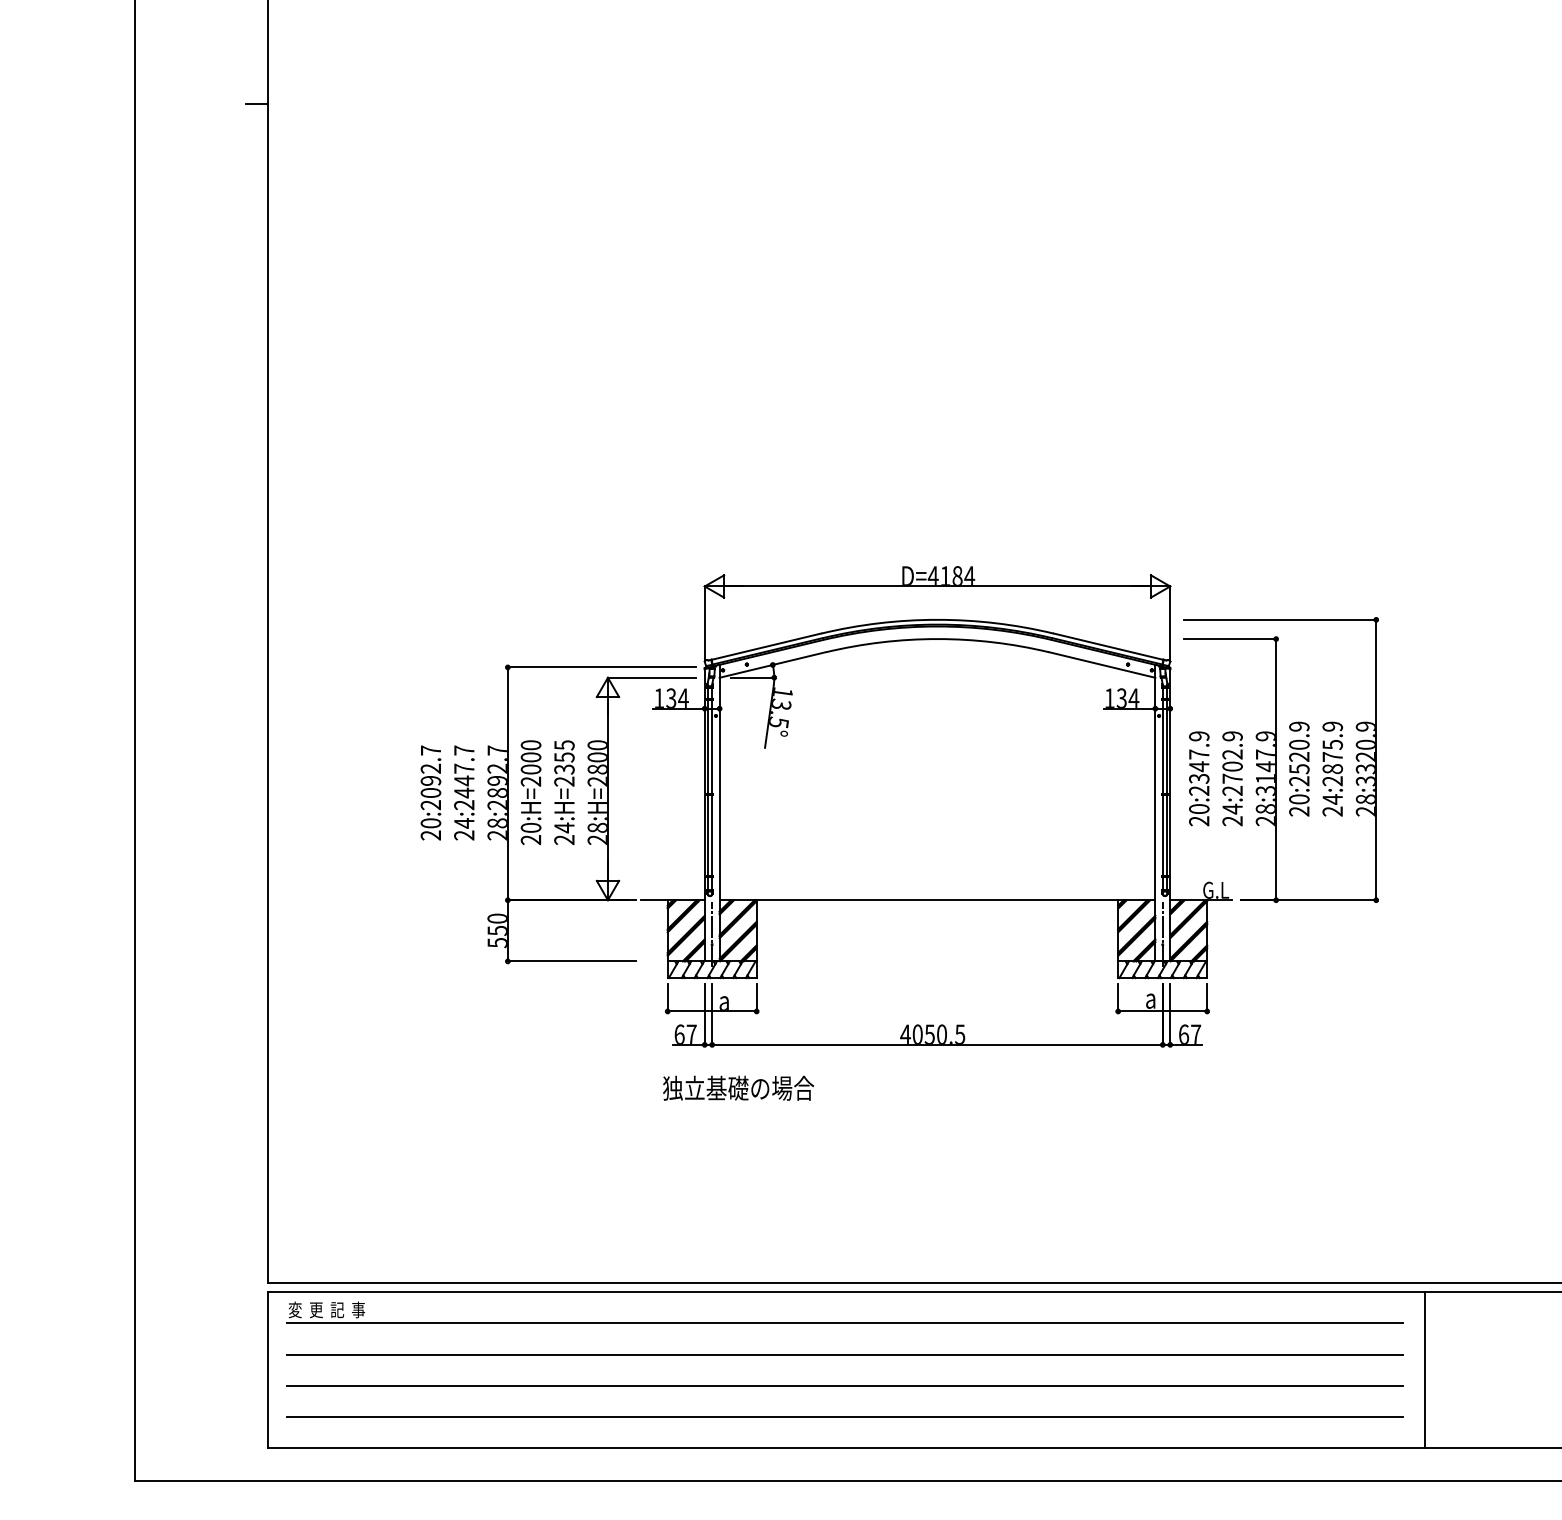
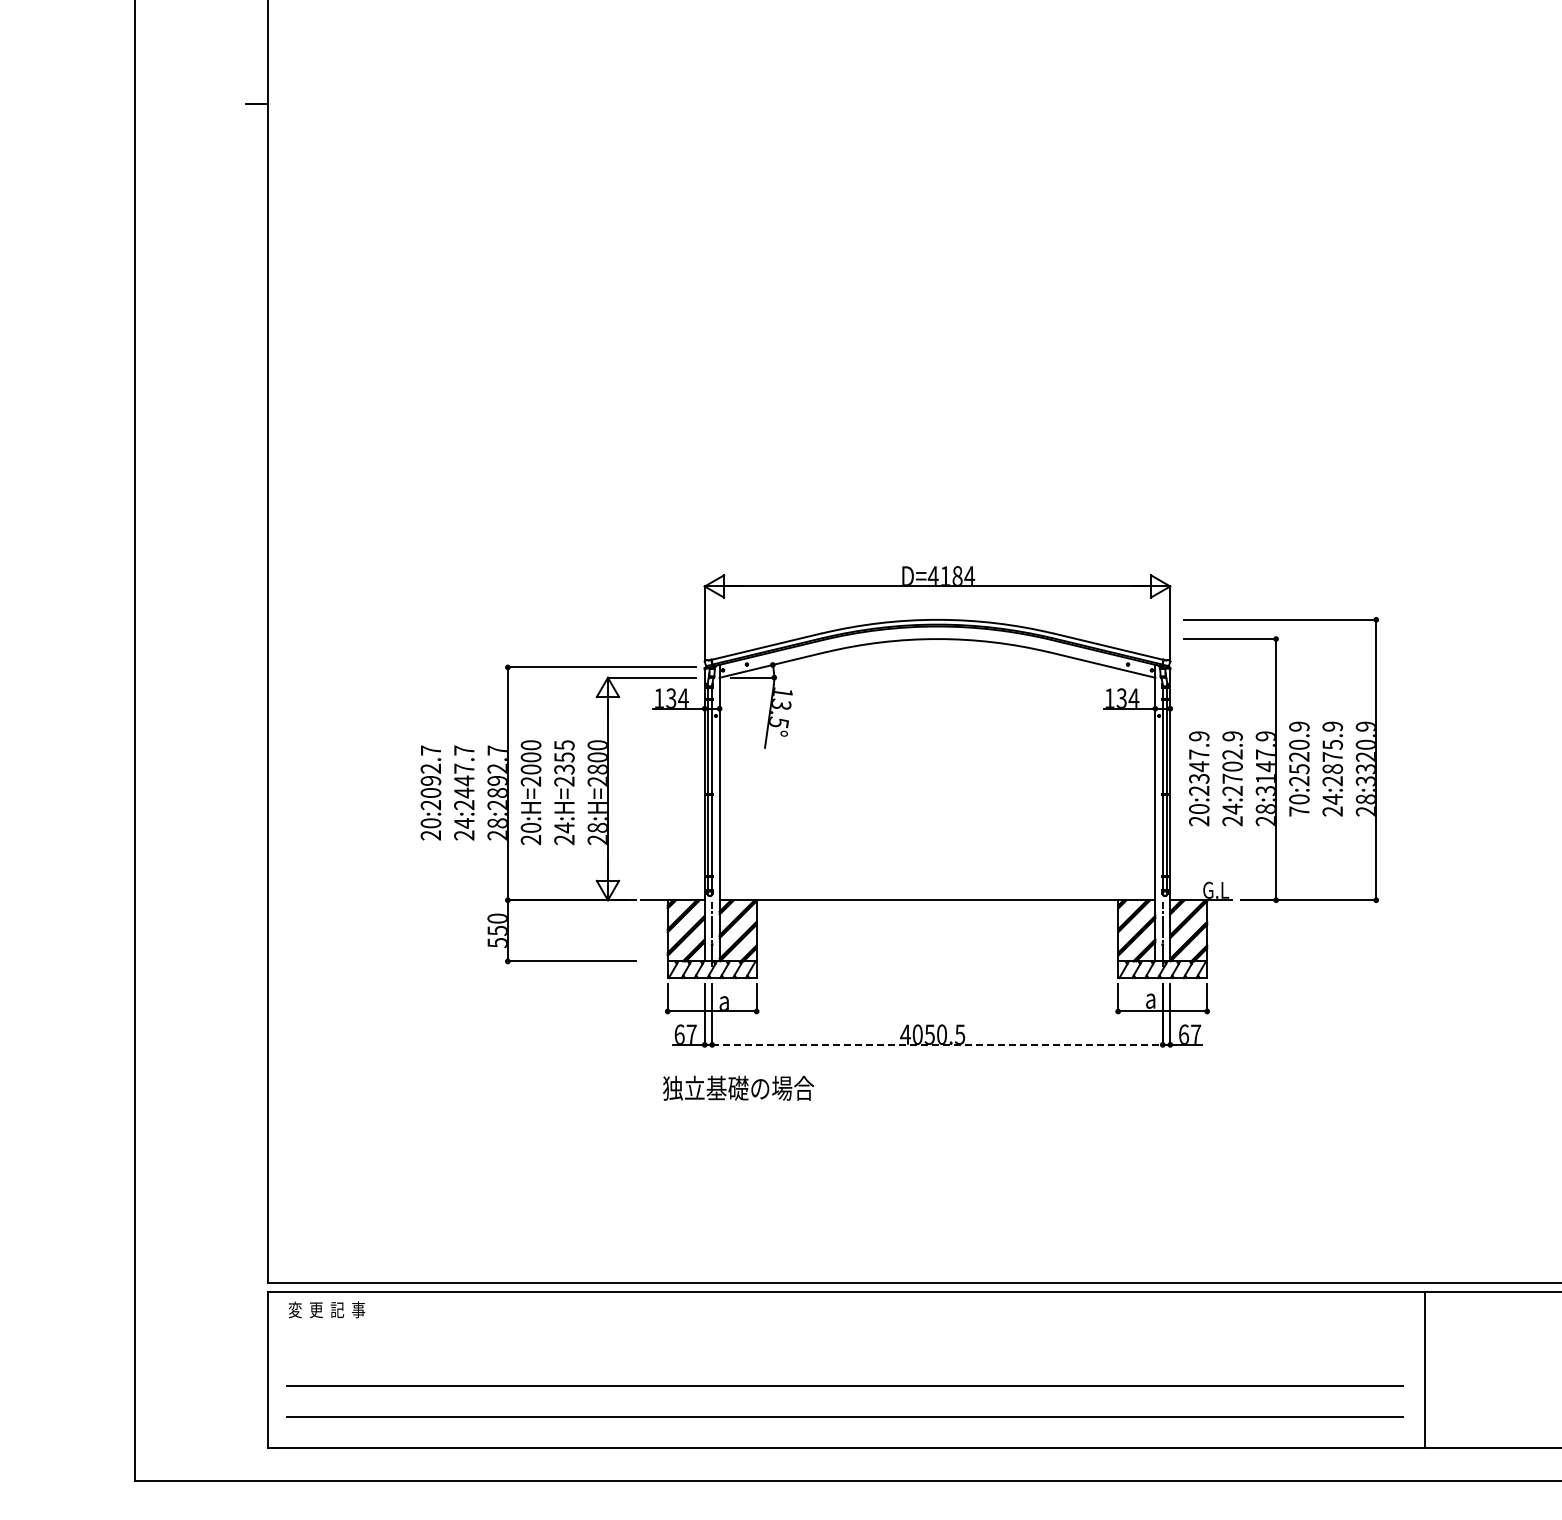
text at (1299, 811): 20:2520.9 -> 70:2520.9
line at (938, 1044): solid -> dashed
line at (845, 1323): present -> none
line at (845, 1354): present -> none
